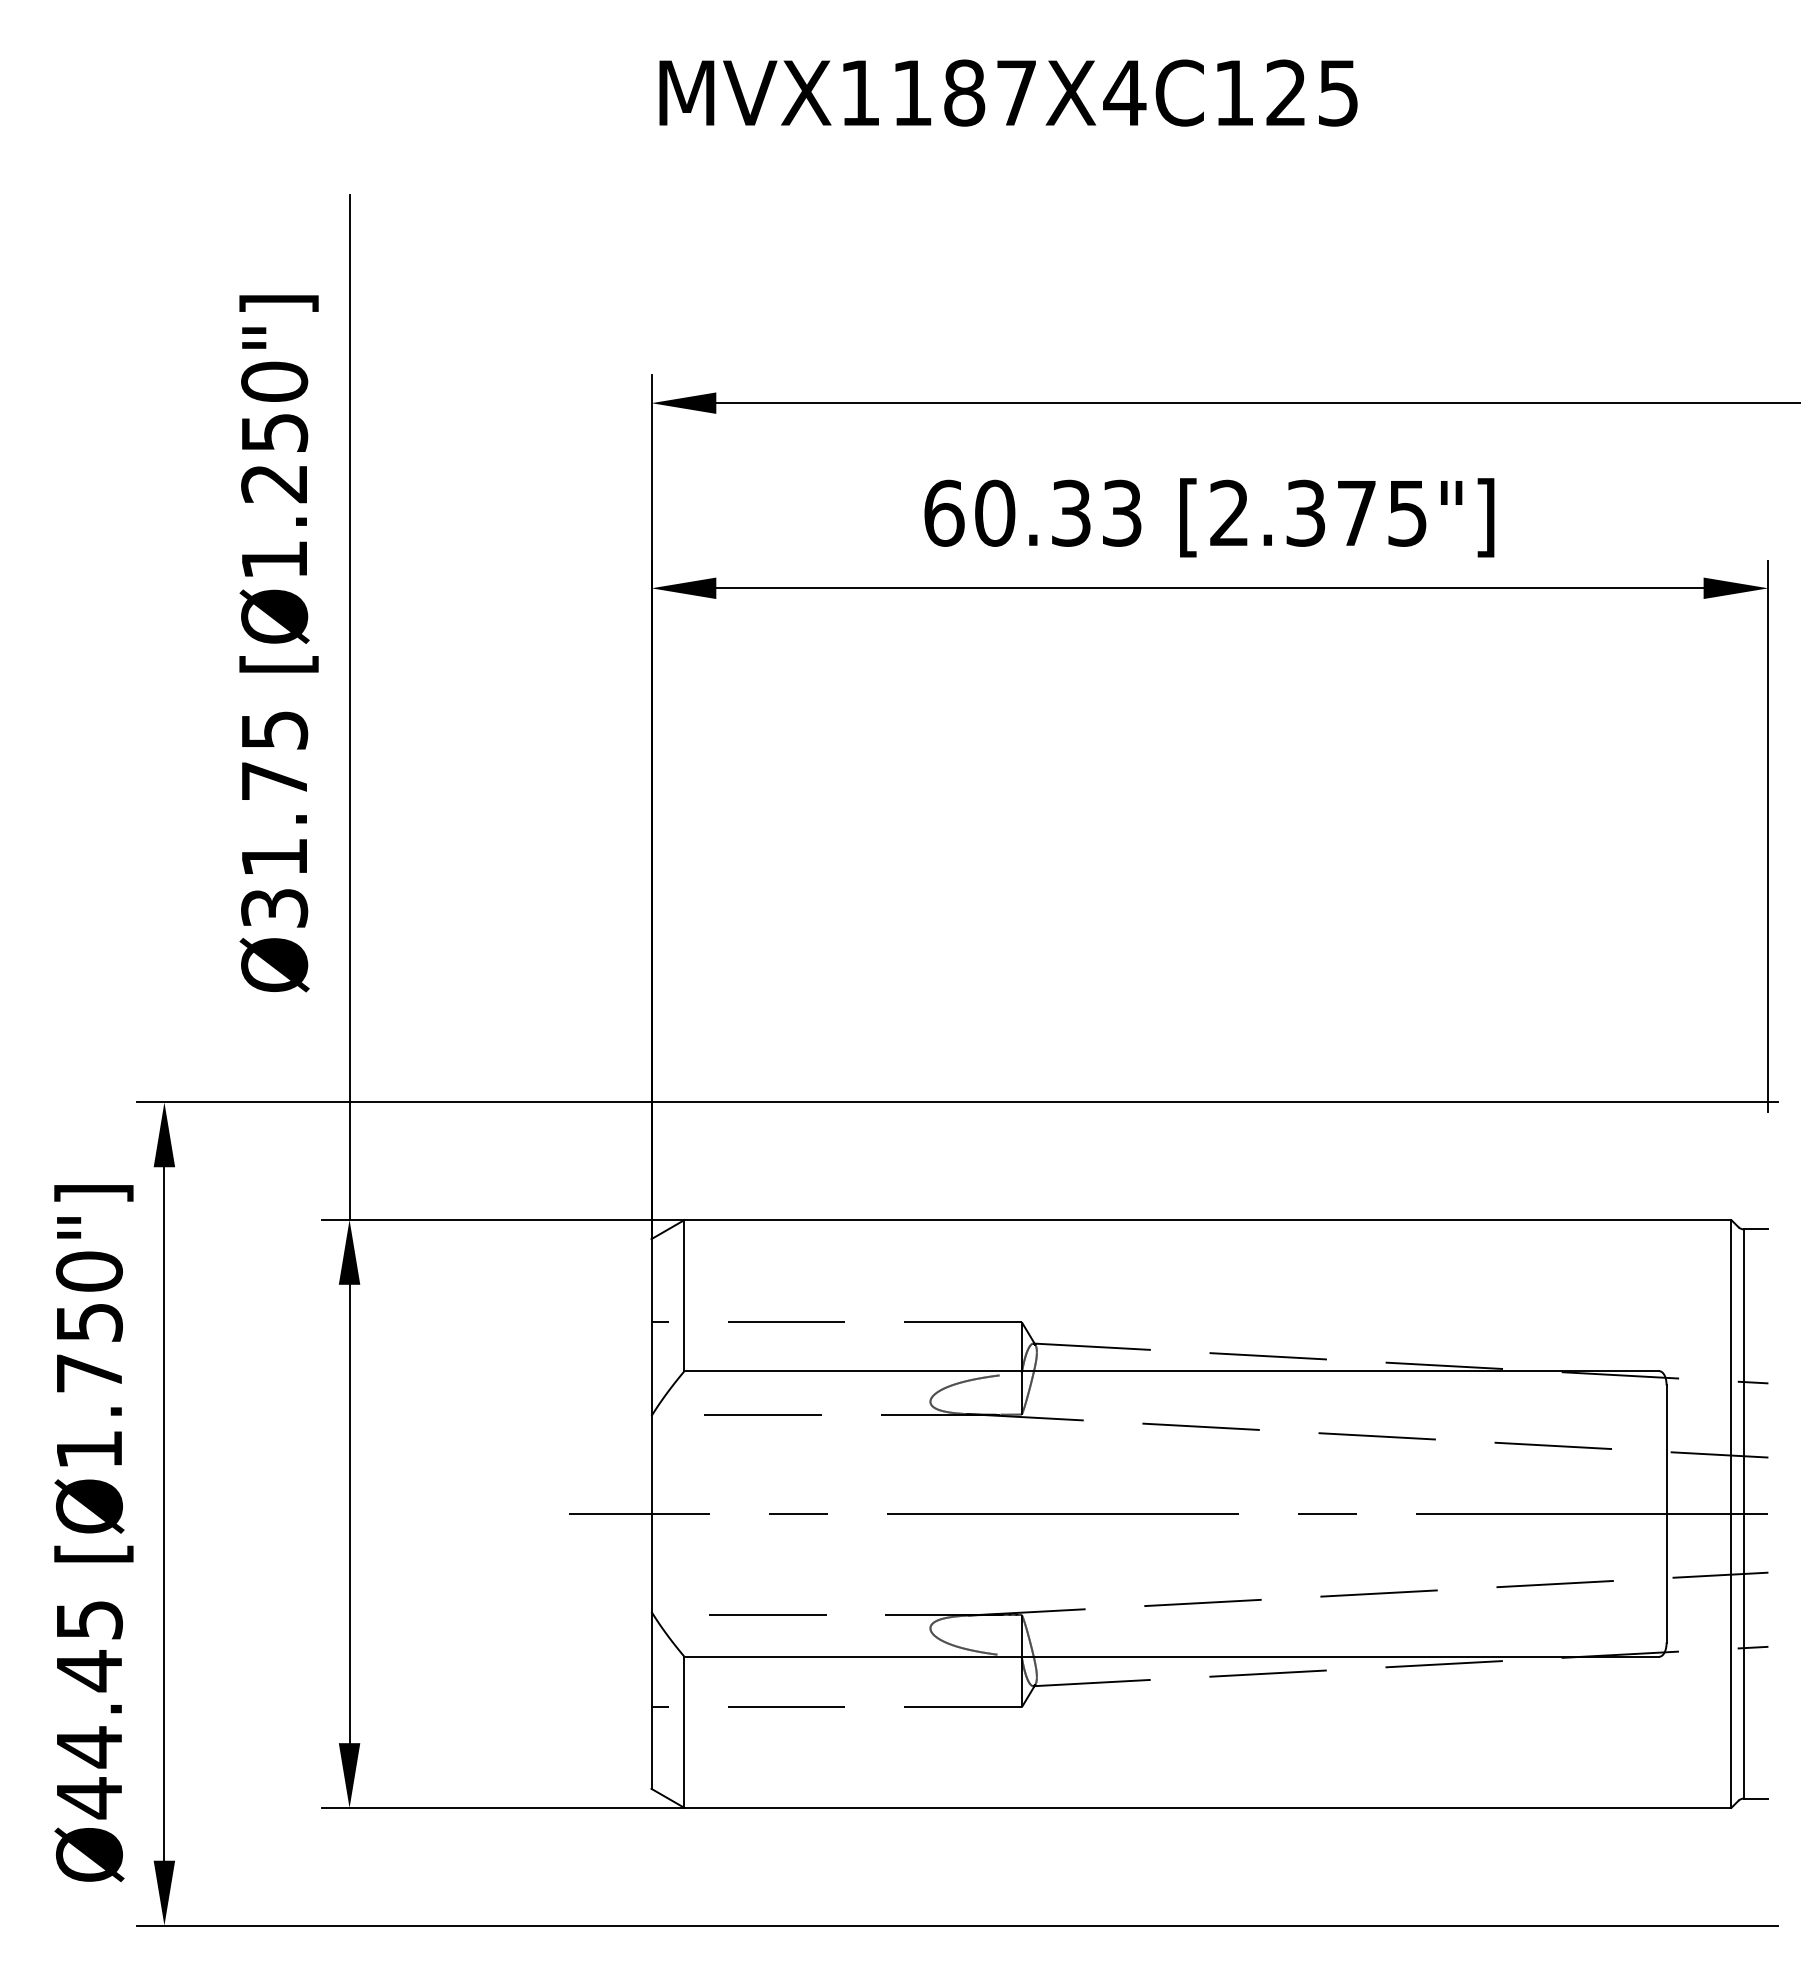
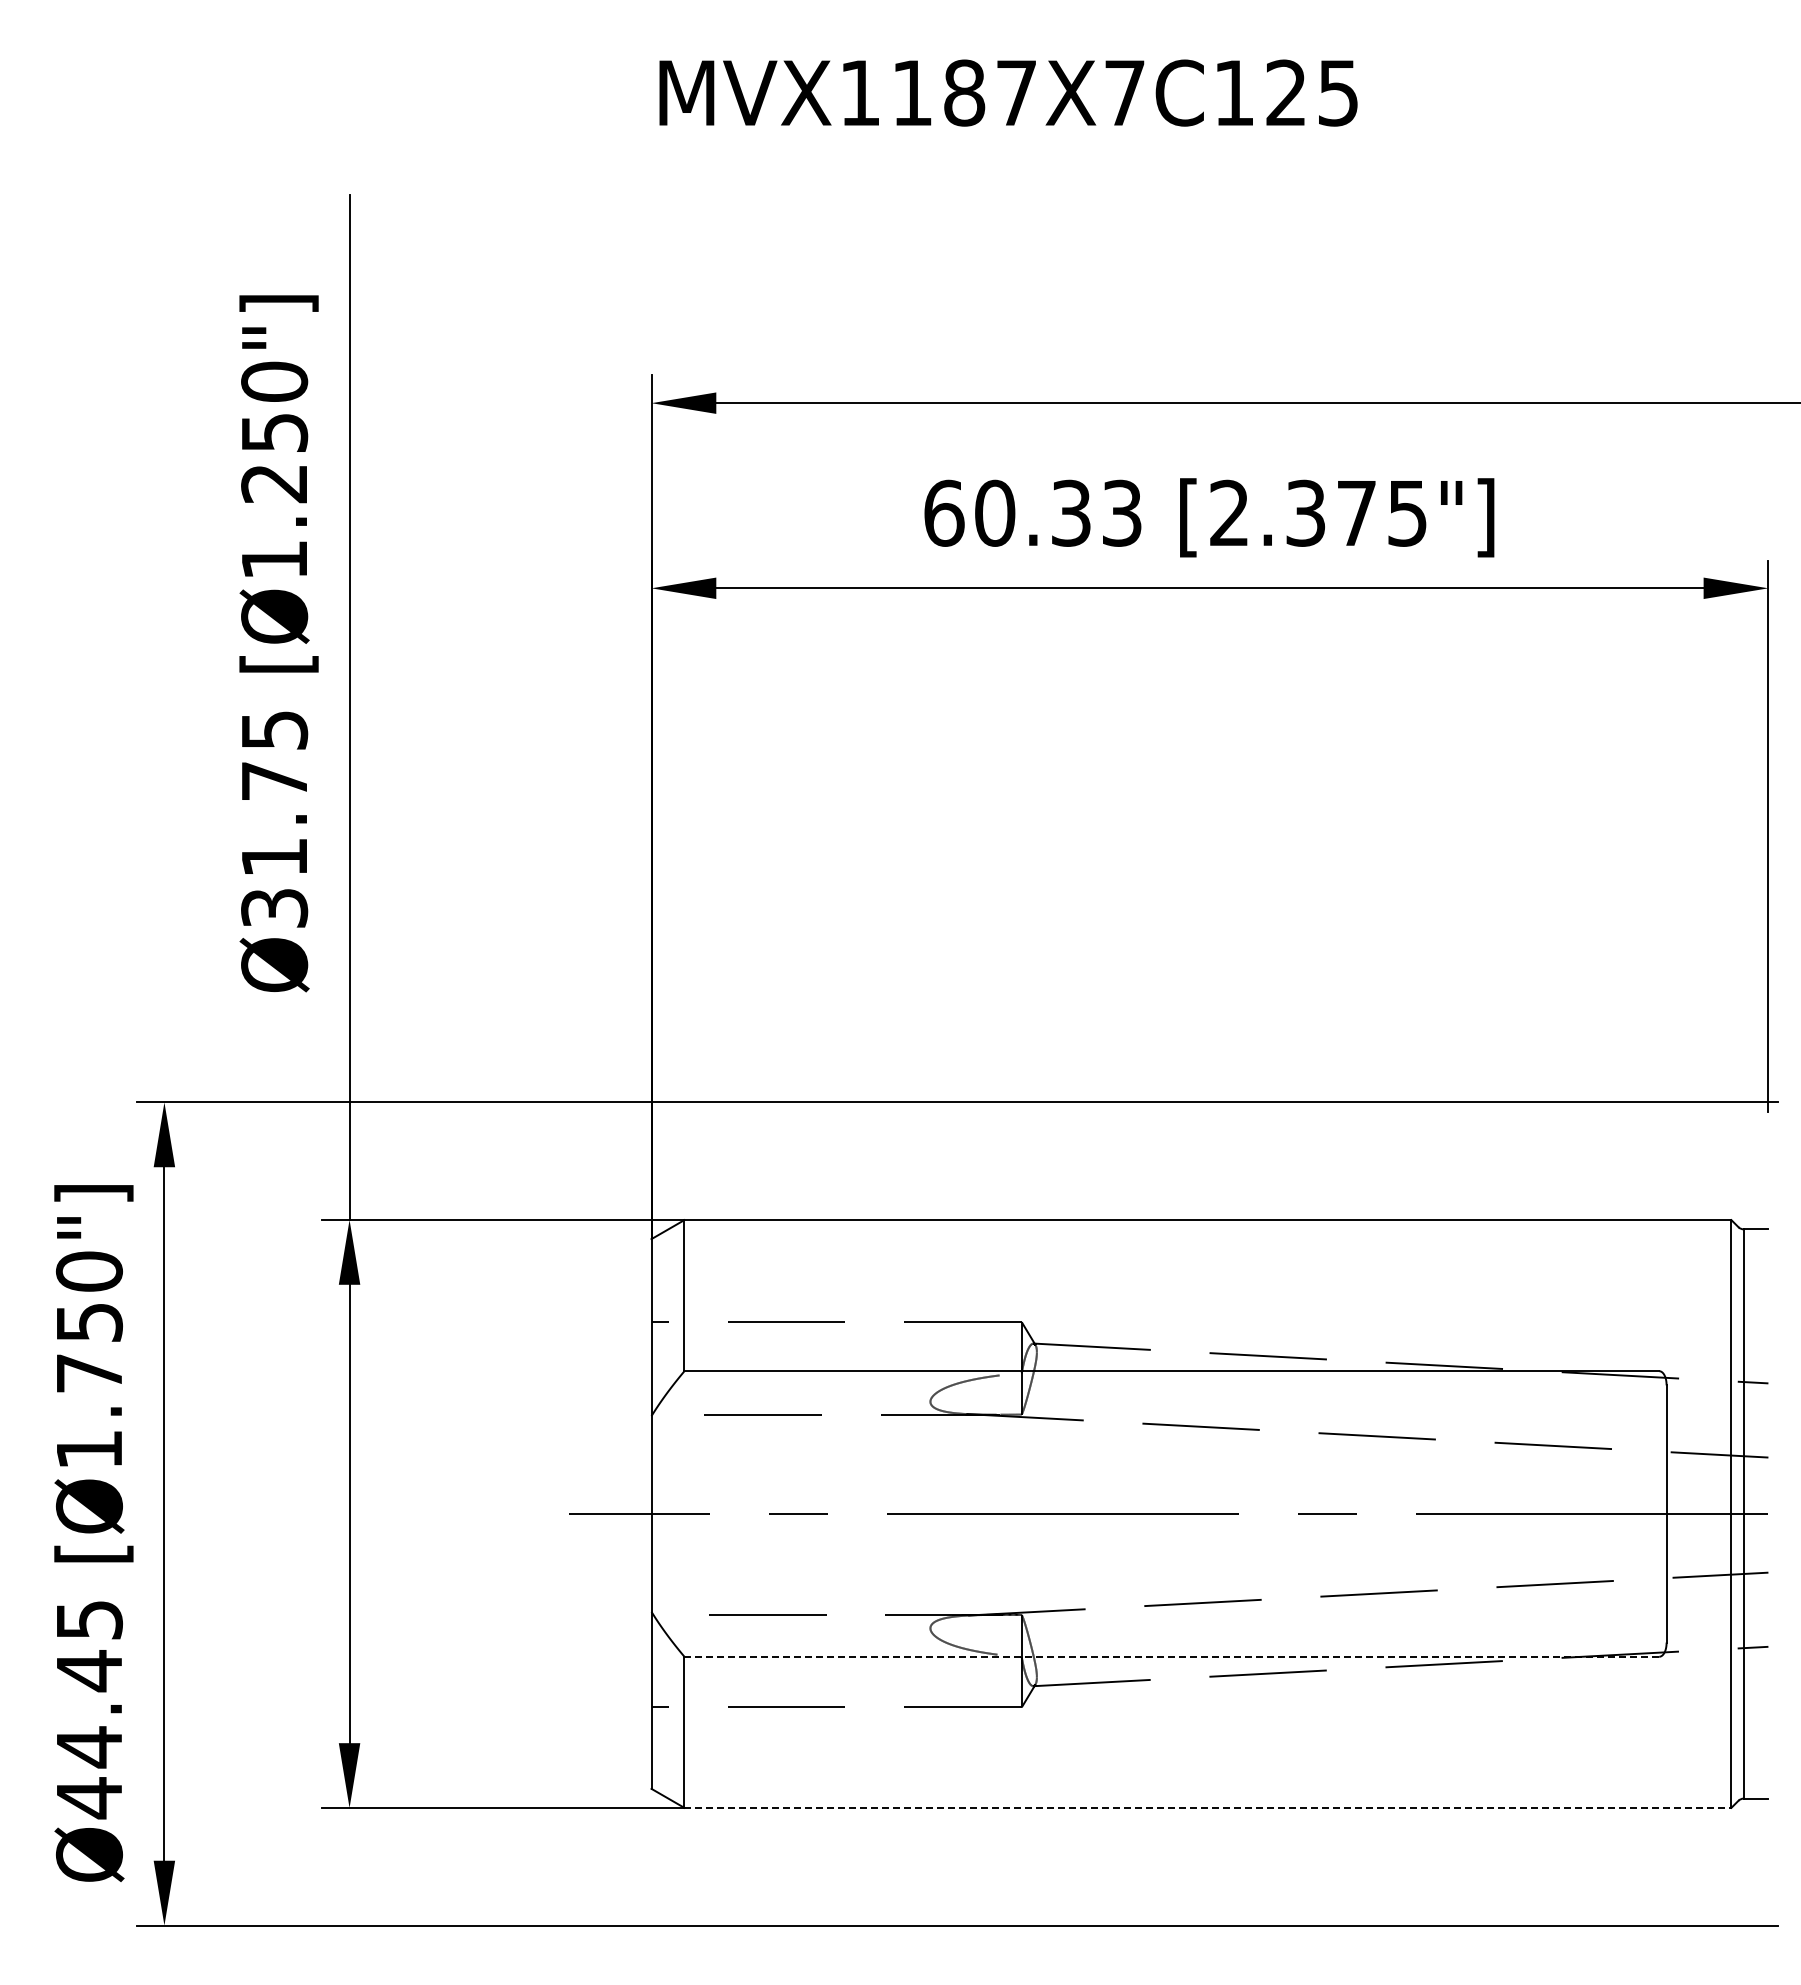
text at (1124, 92): MVX1187X4C125 -> MVX1187X7C125
line at (1172, 1656): solid -> dashed
line at (1208, 1807): solid -> dashed
